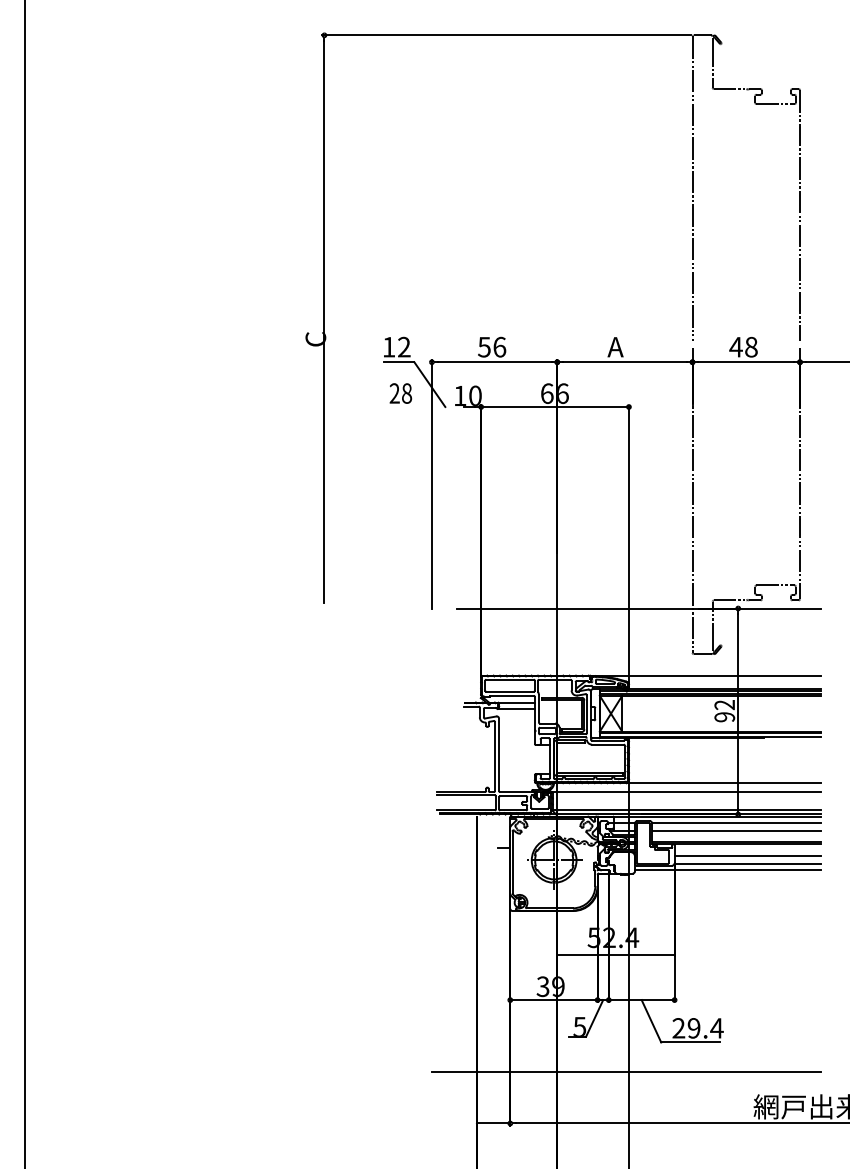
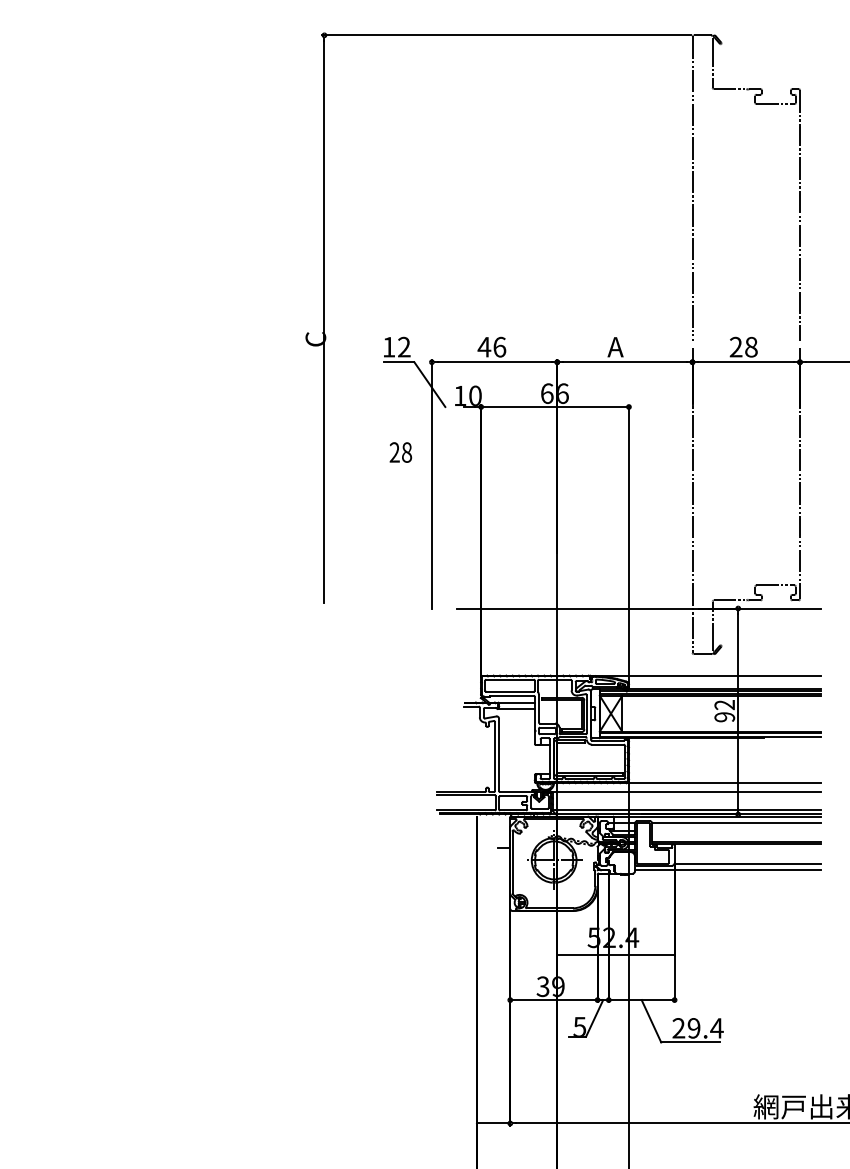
text at (735, 346): 48 -> 28
text at (484, 347): 56 -> 46
text at (400, 393) position: (400, 393) -> (400, 452)
line at (25, 583): present -> none
line at (736, 830): present -> none
line at (748, 856): present -> none
line at (626, 1071): present -> none
